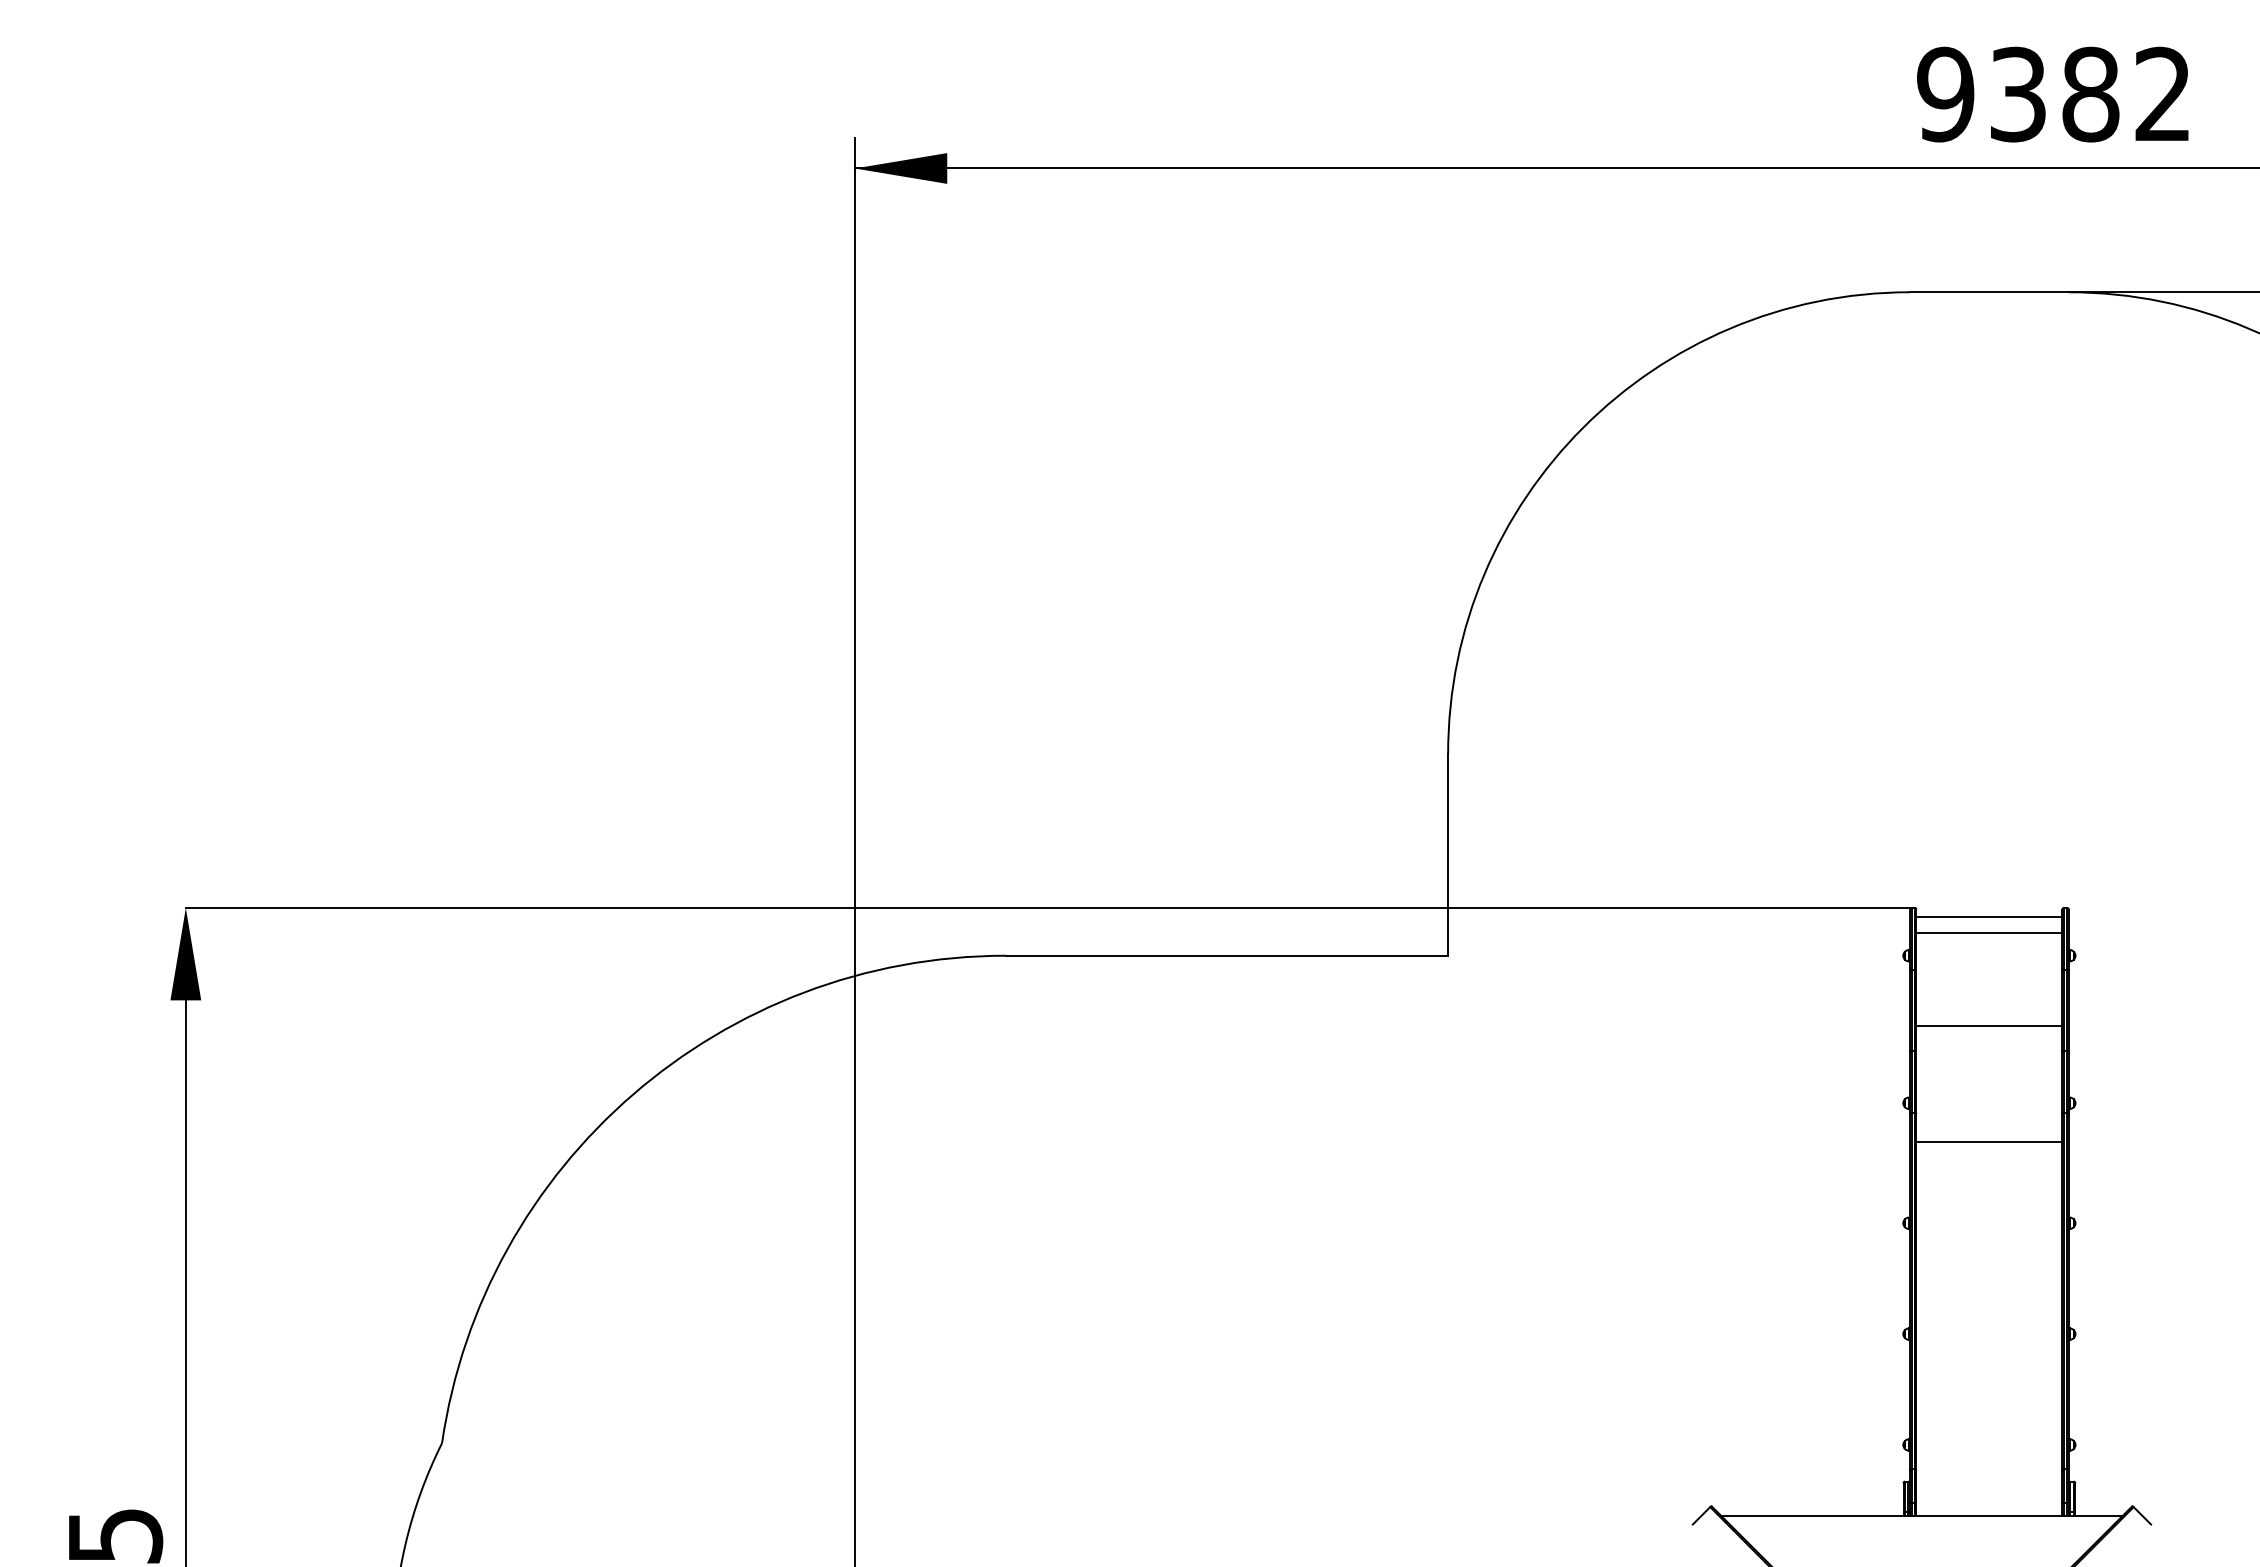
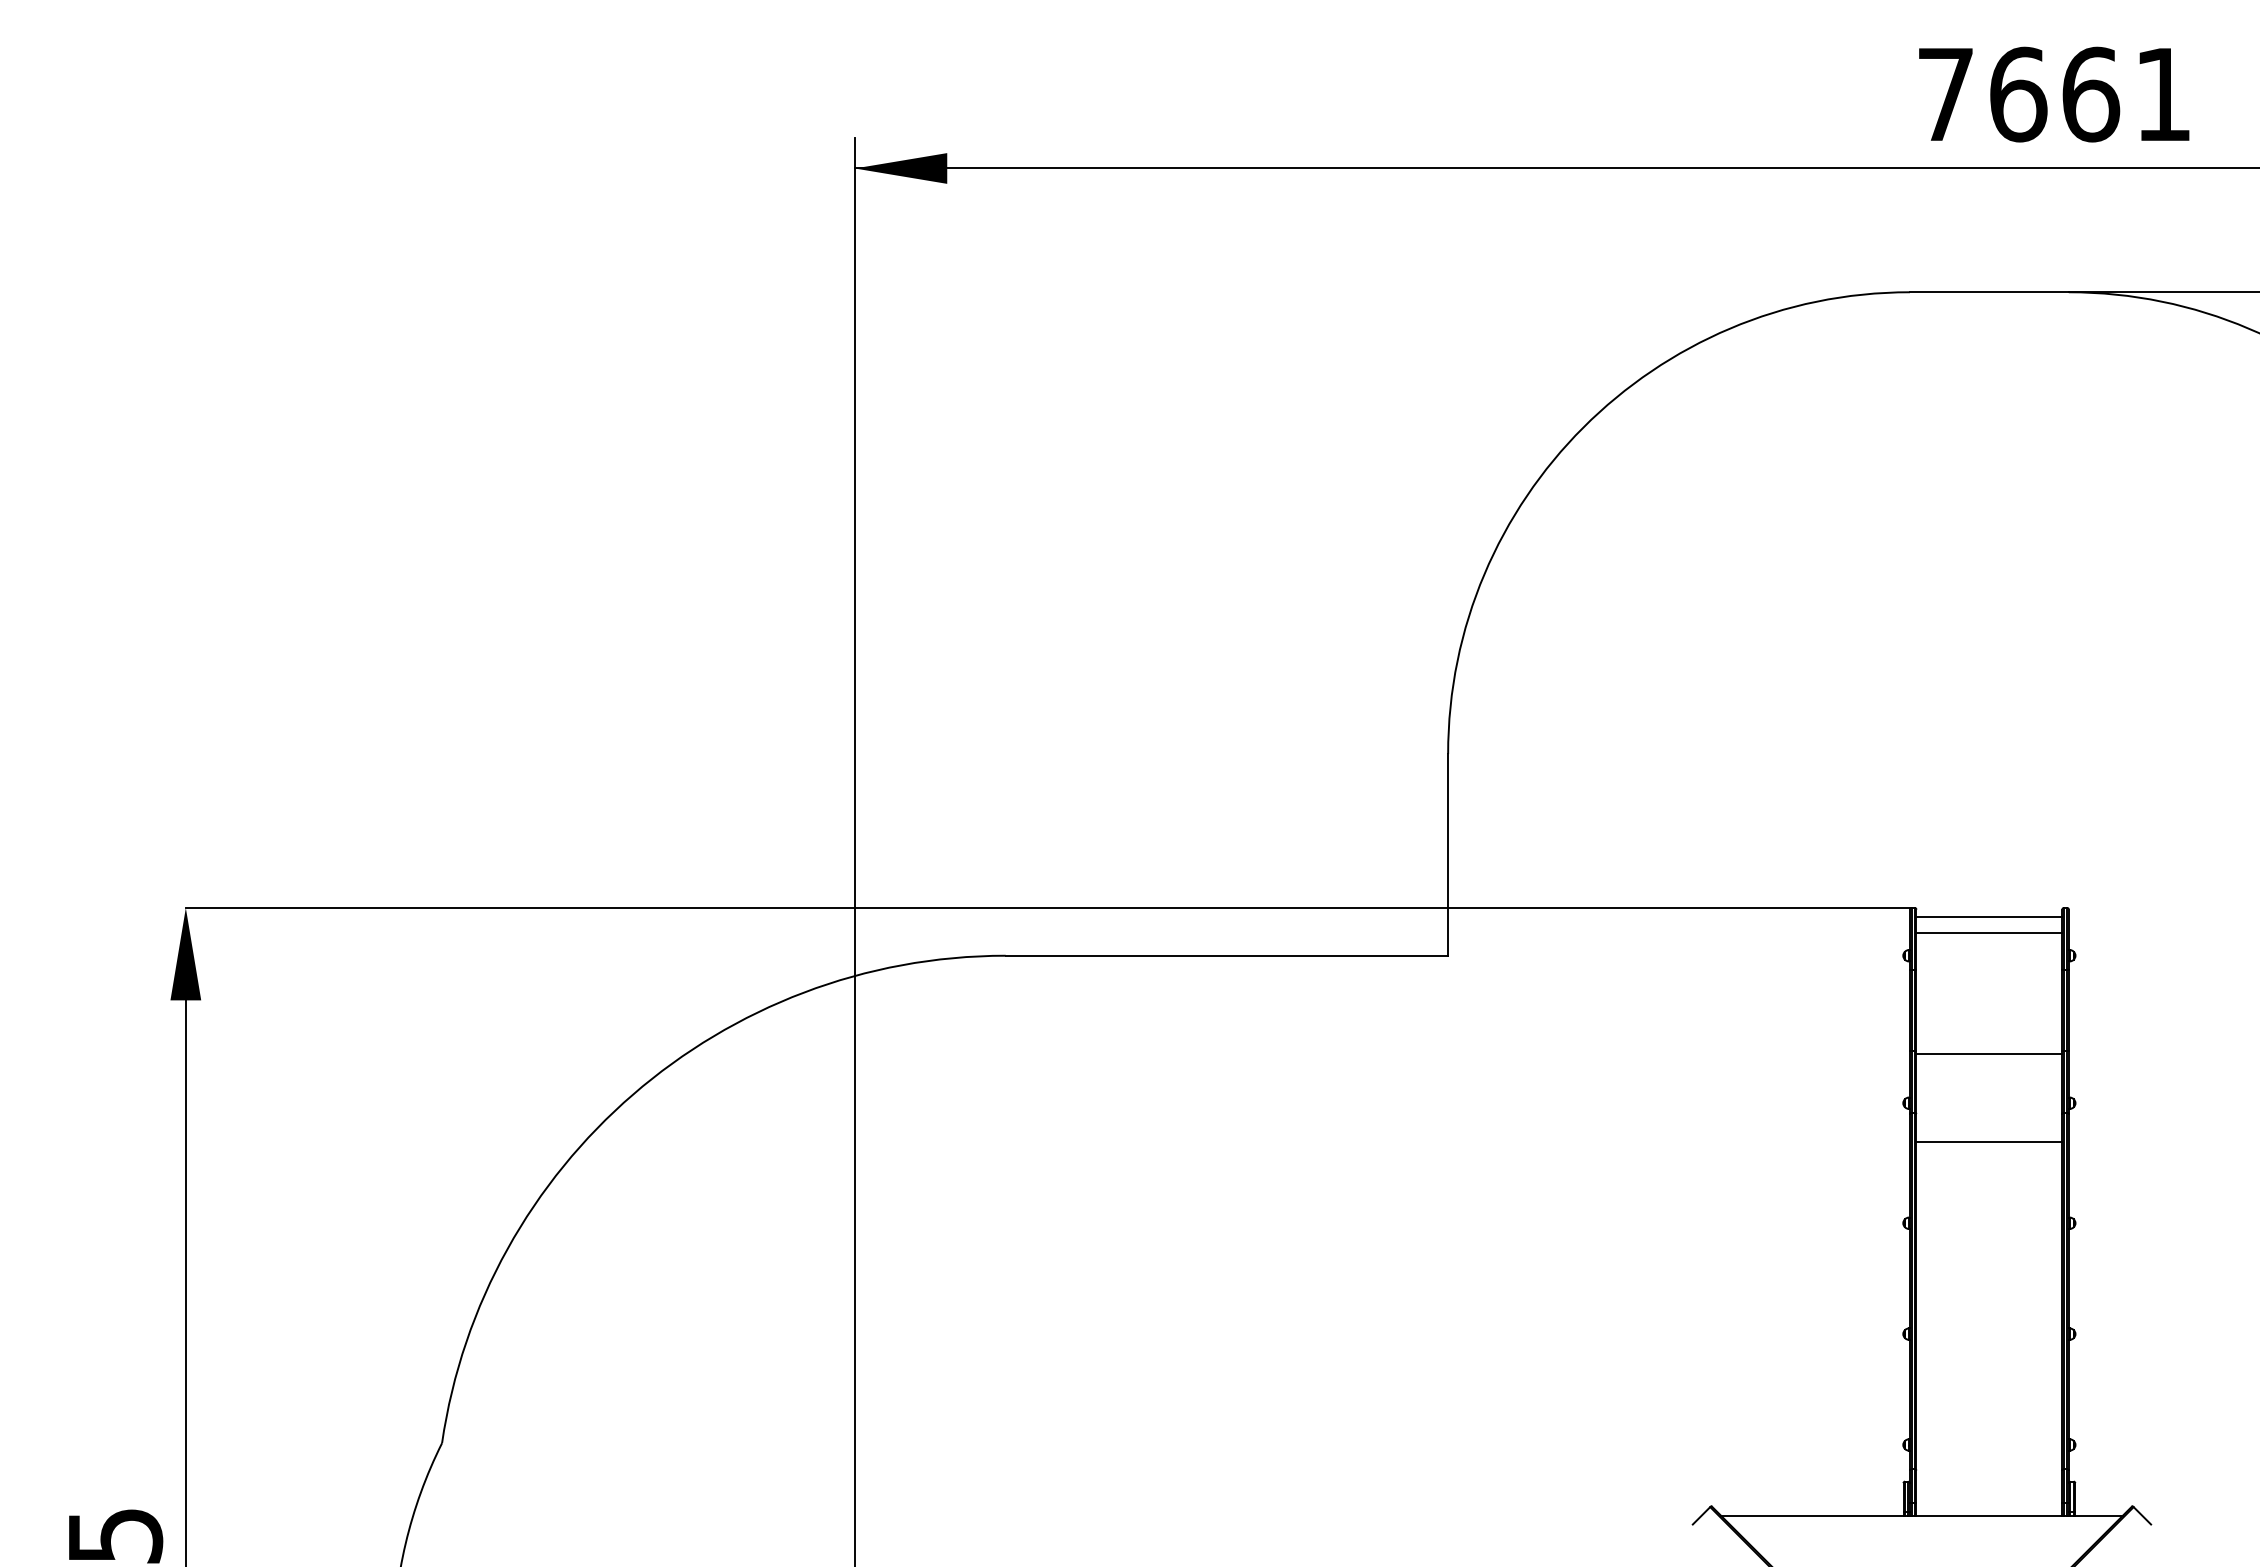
text at (2053, 94): 9382 -> 7661
line at (1989, 1026) position: (1989, 1026) -> (1989, 1054)
